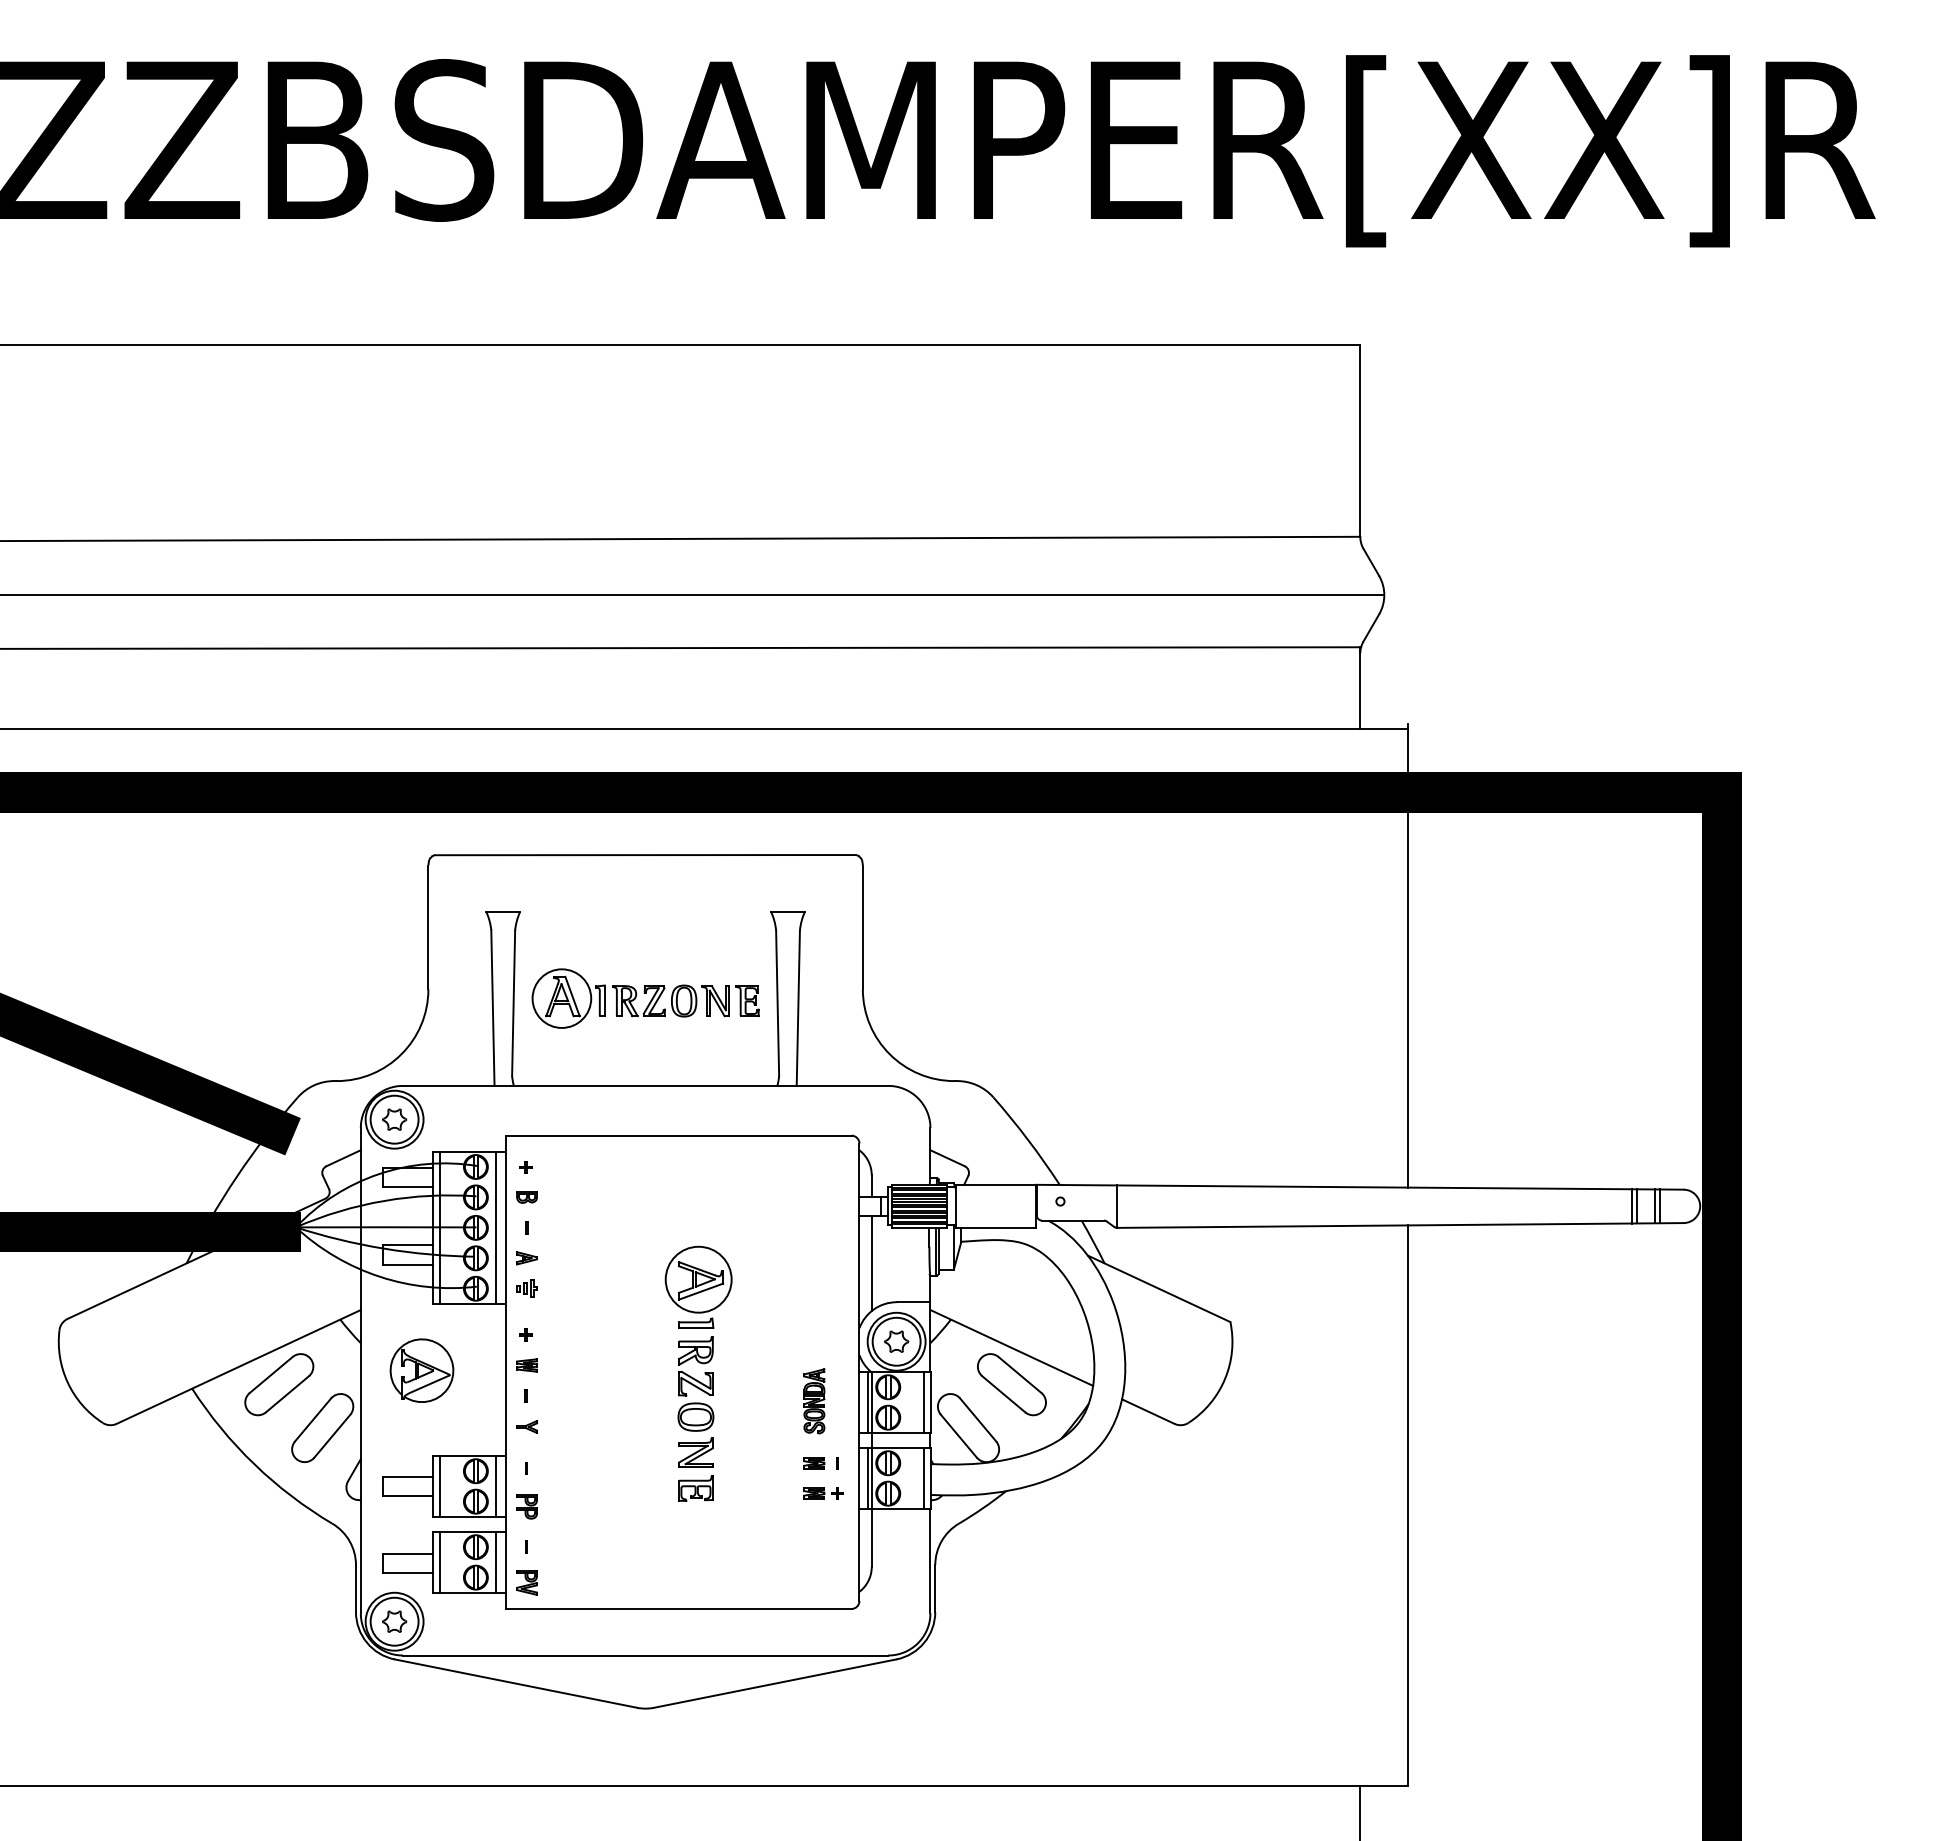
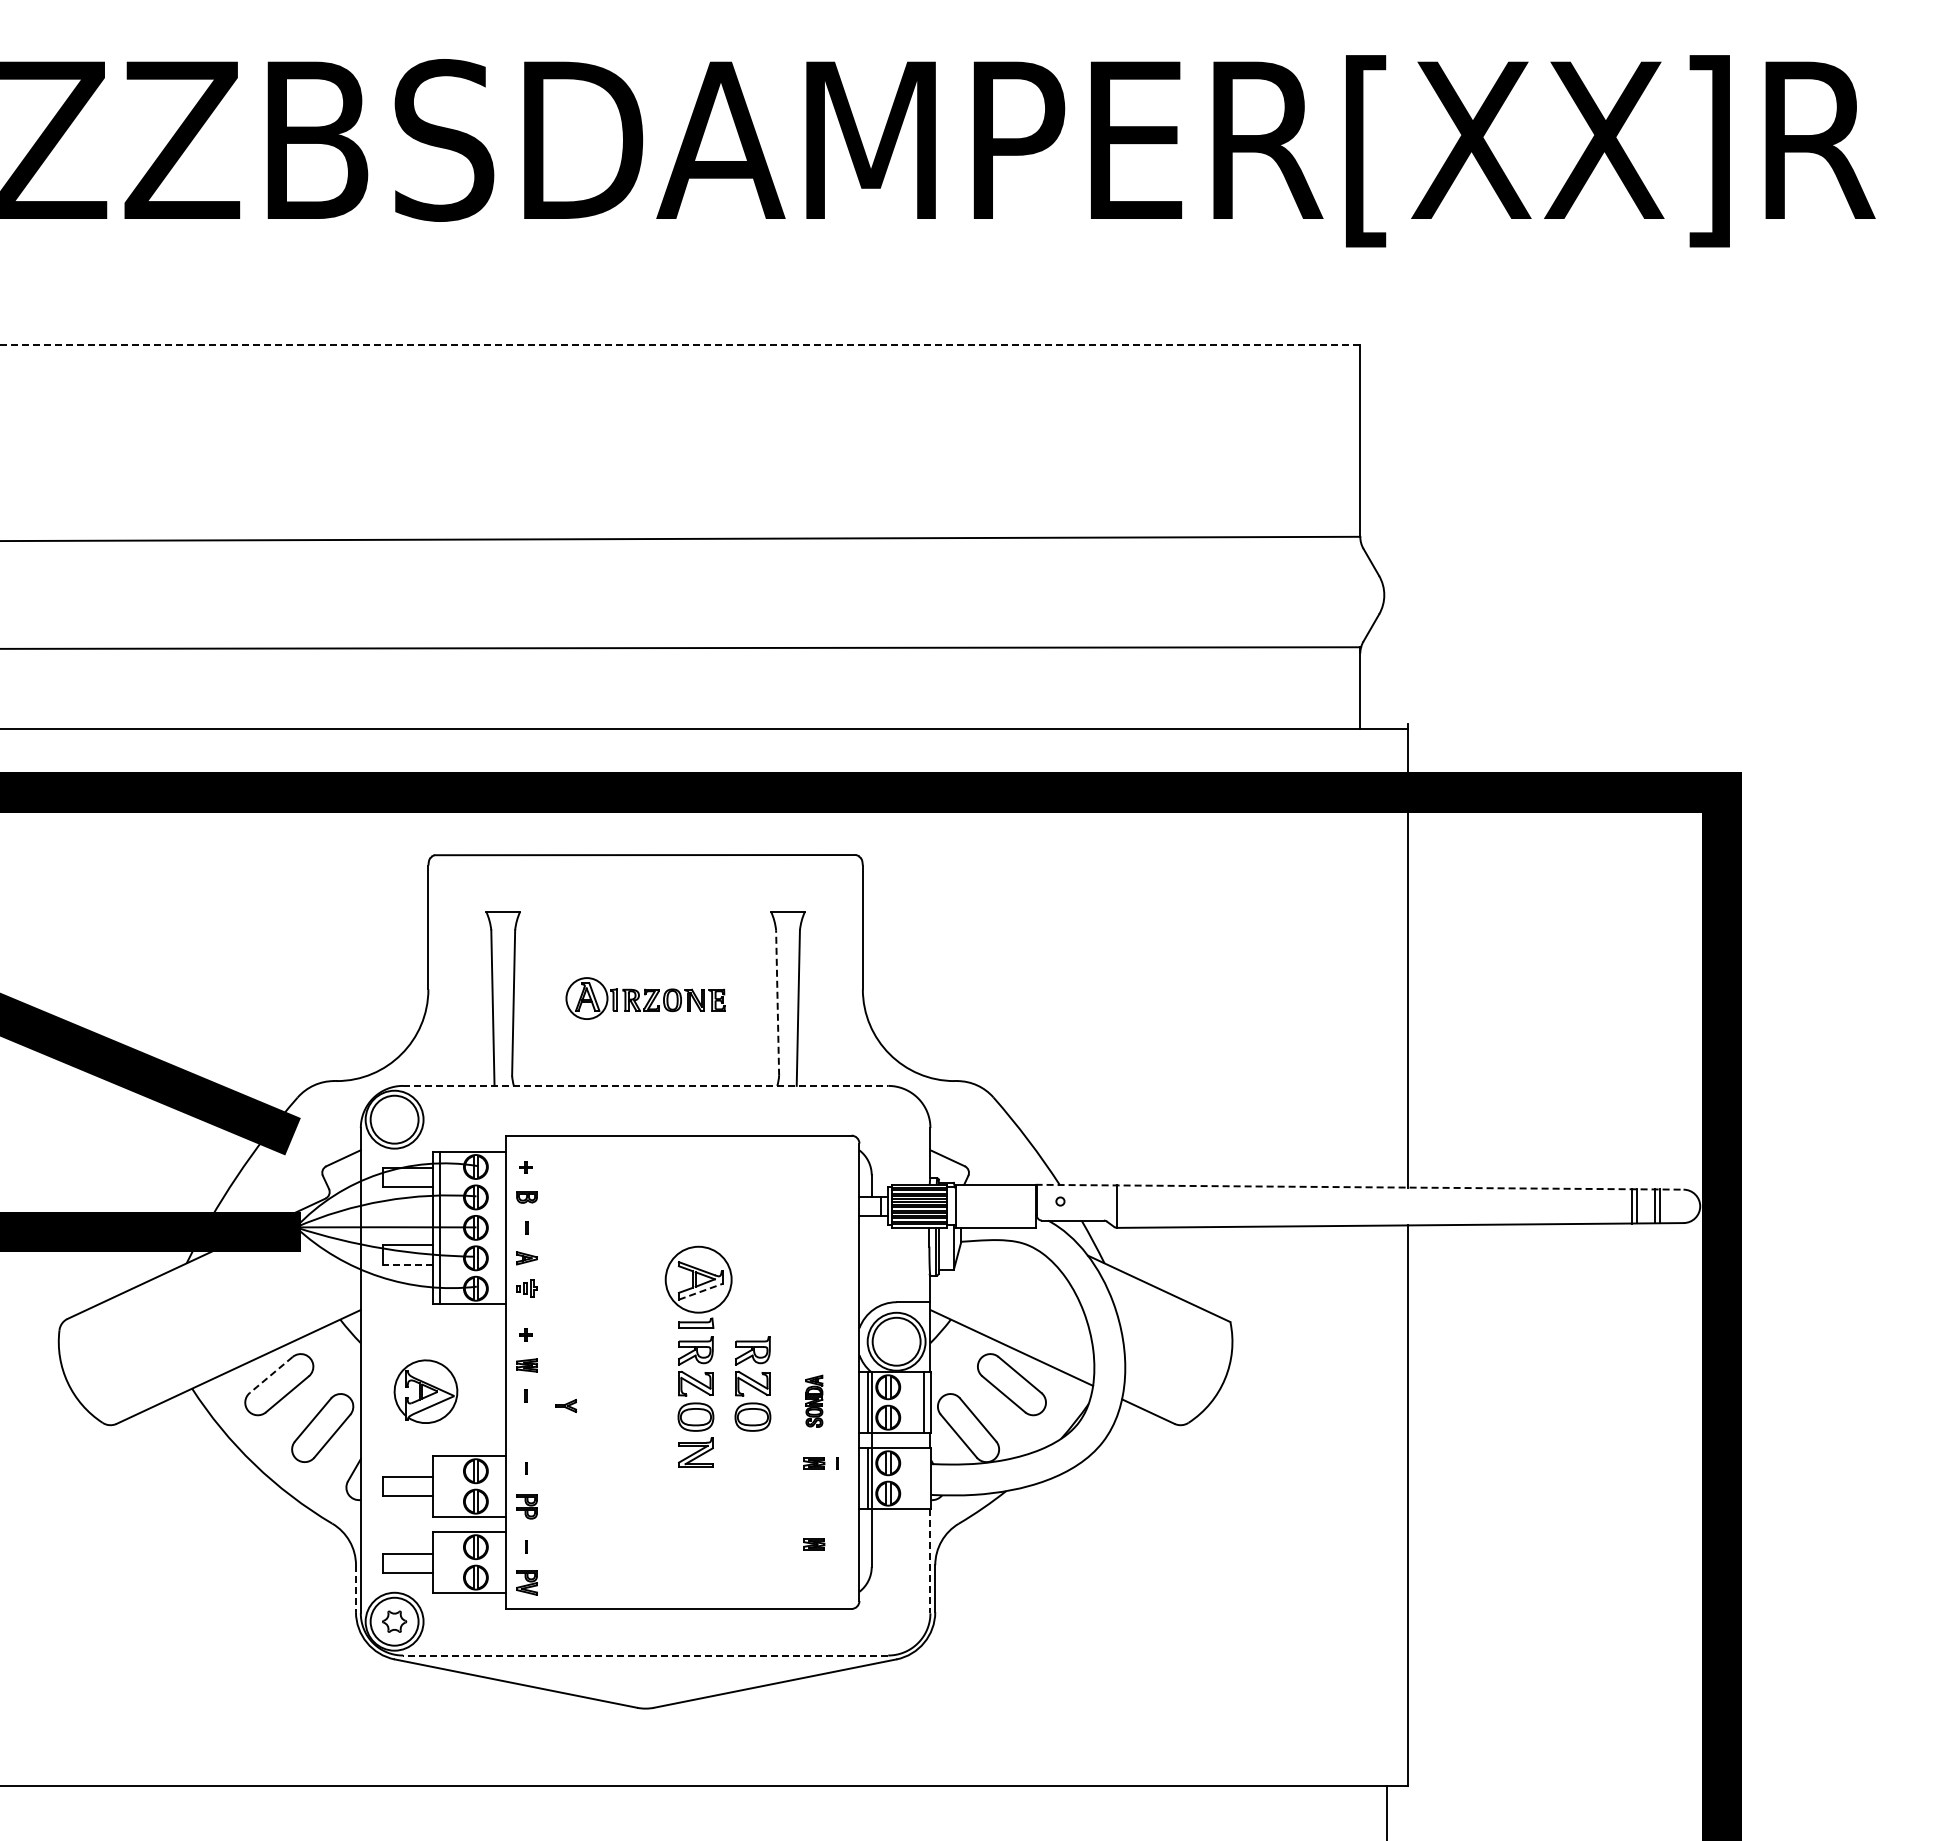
line at (679, 344): solid -> dashed
line at (693, 595): present -> none
part at (645, 998) size: 229x61 px -> 161x43 px
line at (777, 1003): solid -> dashed
line at (645, 1085): solid -> dashed
part at (394, 1119): present -> none
line at (1359, 1187): solid -> dashed
line at (495, 1227): present -> none
line at (871, 1263): present -> none
line at (408, 1264): solid -> dashed
line at (701, 1291): solid -> dashed
part at (896, 1341): present -> none
part at (421, 1370) position: (421, 1370) -> (425, 1391)
line at (271, 1375): solid -> dashed
part at (752, 1383): none -> present
part at (814, 1401) size: 23x67 px -> 19x54 px
part at (527, 1426) position: (527, 1426) -> (566, 1405)
line at (924, 1478): present -> none
line at (439, 1485): present -> none
line at (495, 1485): present -> none
part at (695, 1488): present -> none
part at (823, 1493): present -> none
part at (814, 1544): none -> present
line at (439, 1561): present -> none
line at (495, 1561): present -> none
line at (930, 1561): solid -> dashed
line at (356, 1589): solid -> dashed
line at (645, 1655): solid -> dashed
line at (1360, 1811) position: (1360, 1811) -> (1387, 1811)
